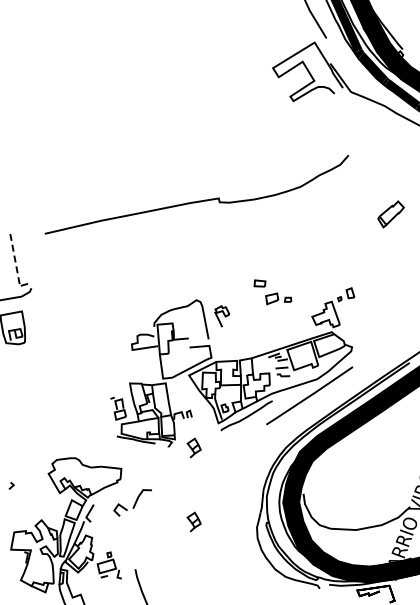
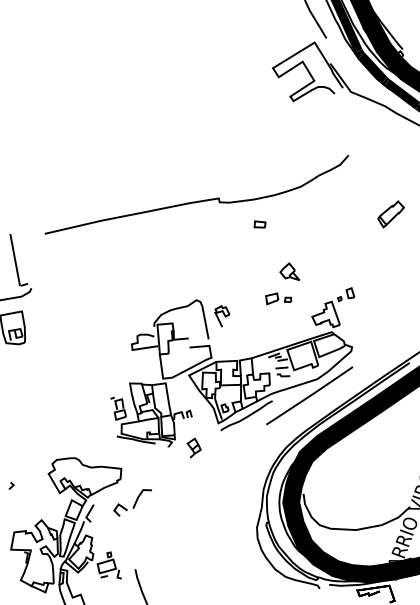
line at (15, 260): dashed -> solid
part at (289, 271): none -> present
part at (259, 283) position: (259, 283) -> (259, 224)
part at (193, 521): present -> none
